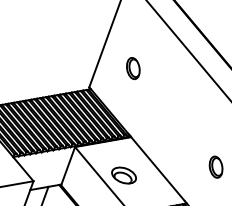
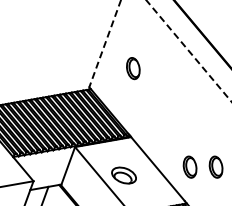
line at (104, 44): solid -> dashed
line at (188, 51): solid -> dashed
part at (189, 166): none -> present
